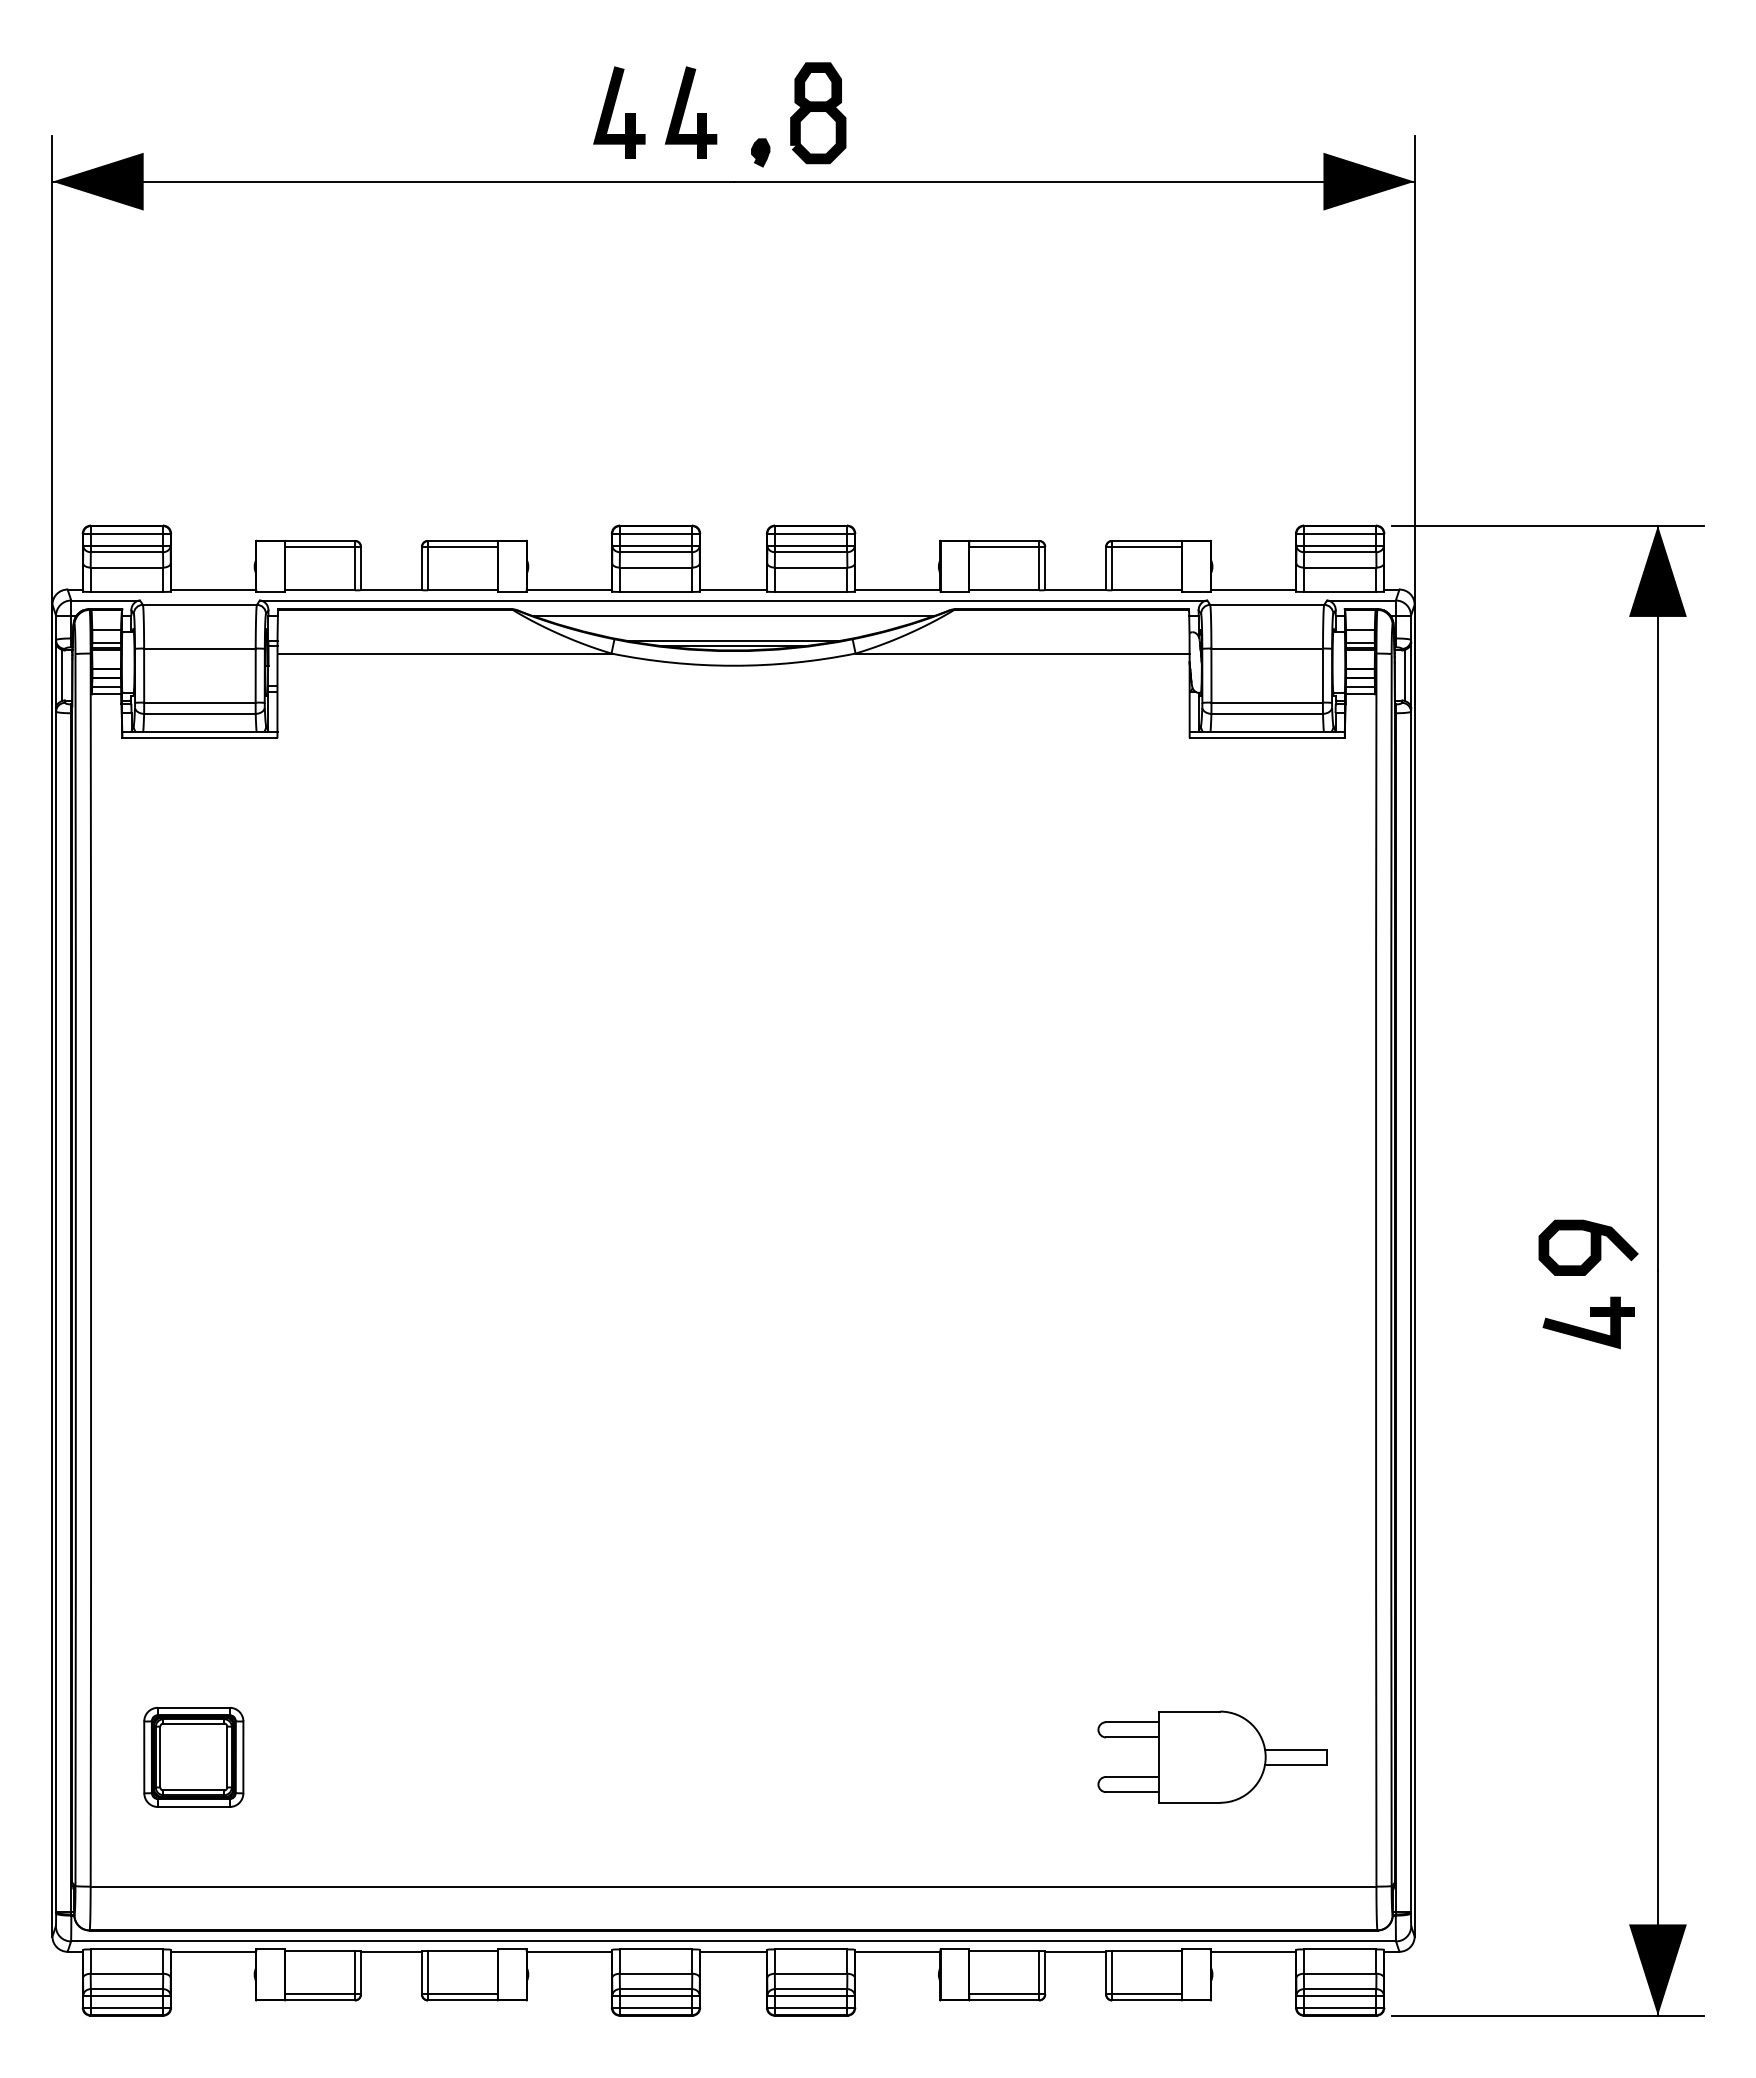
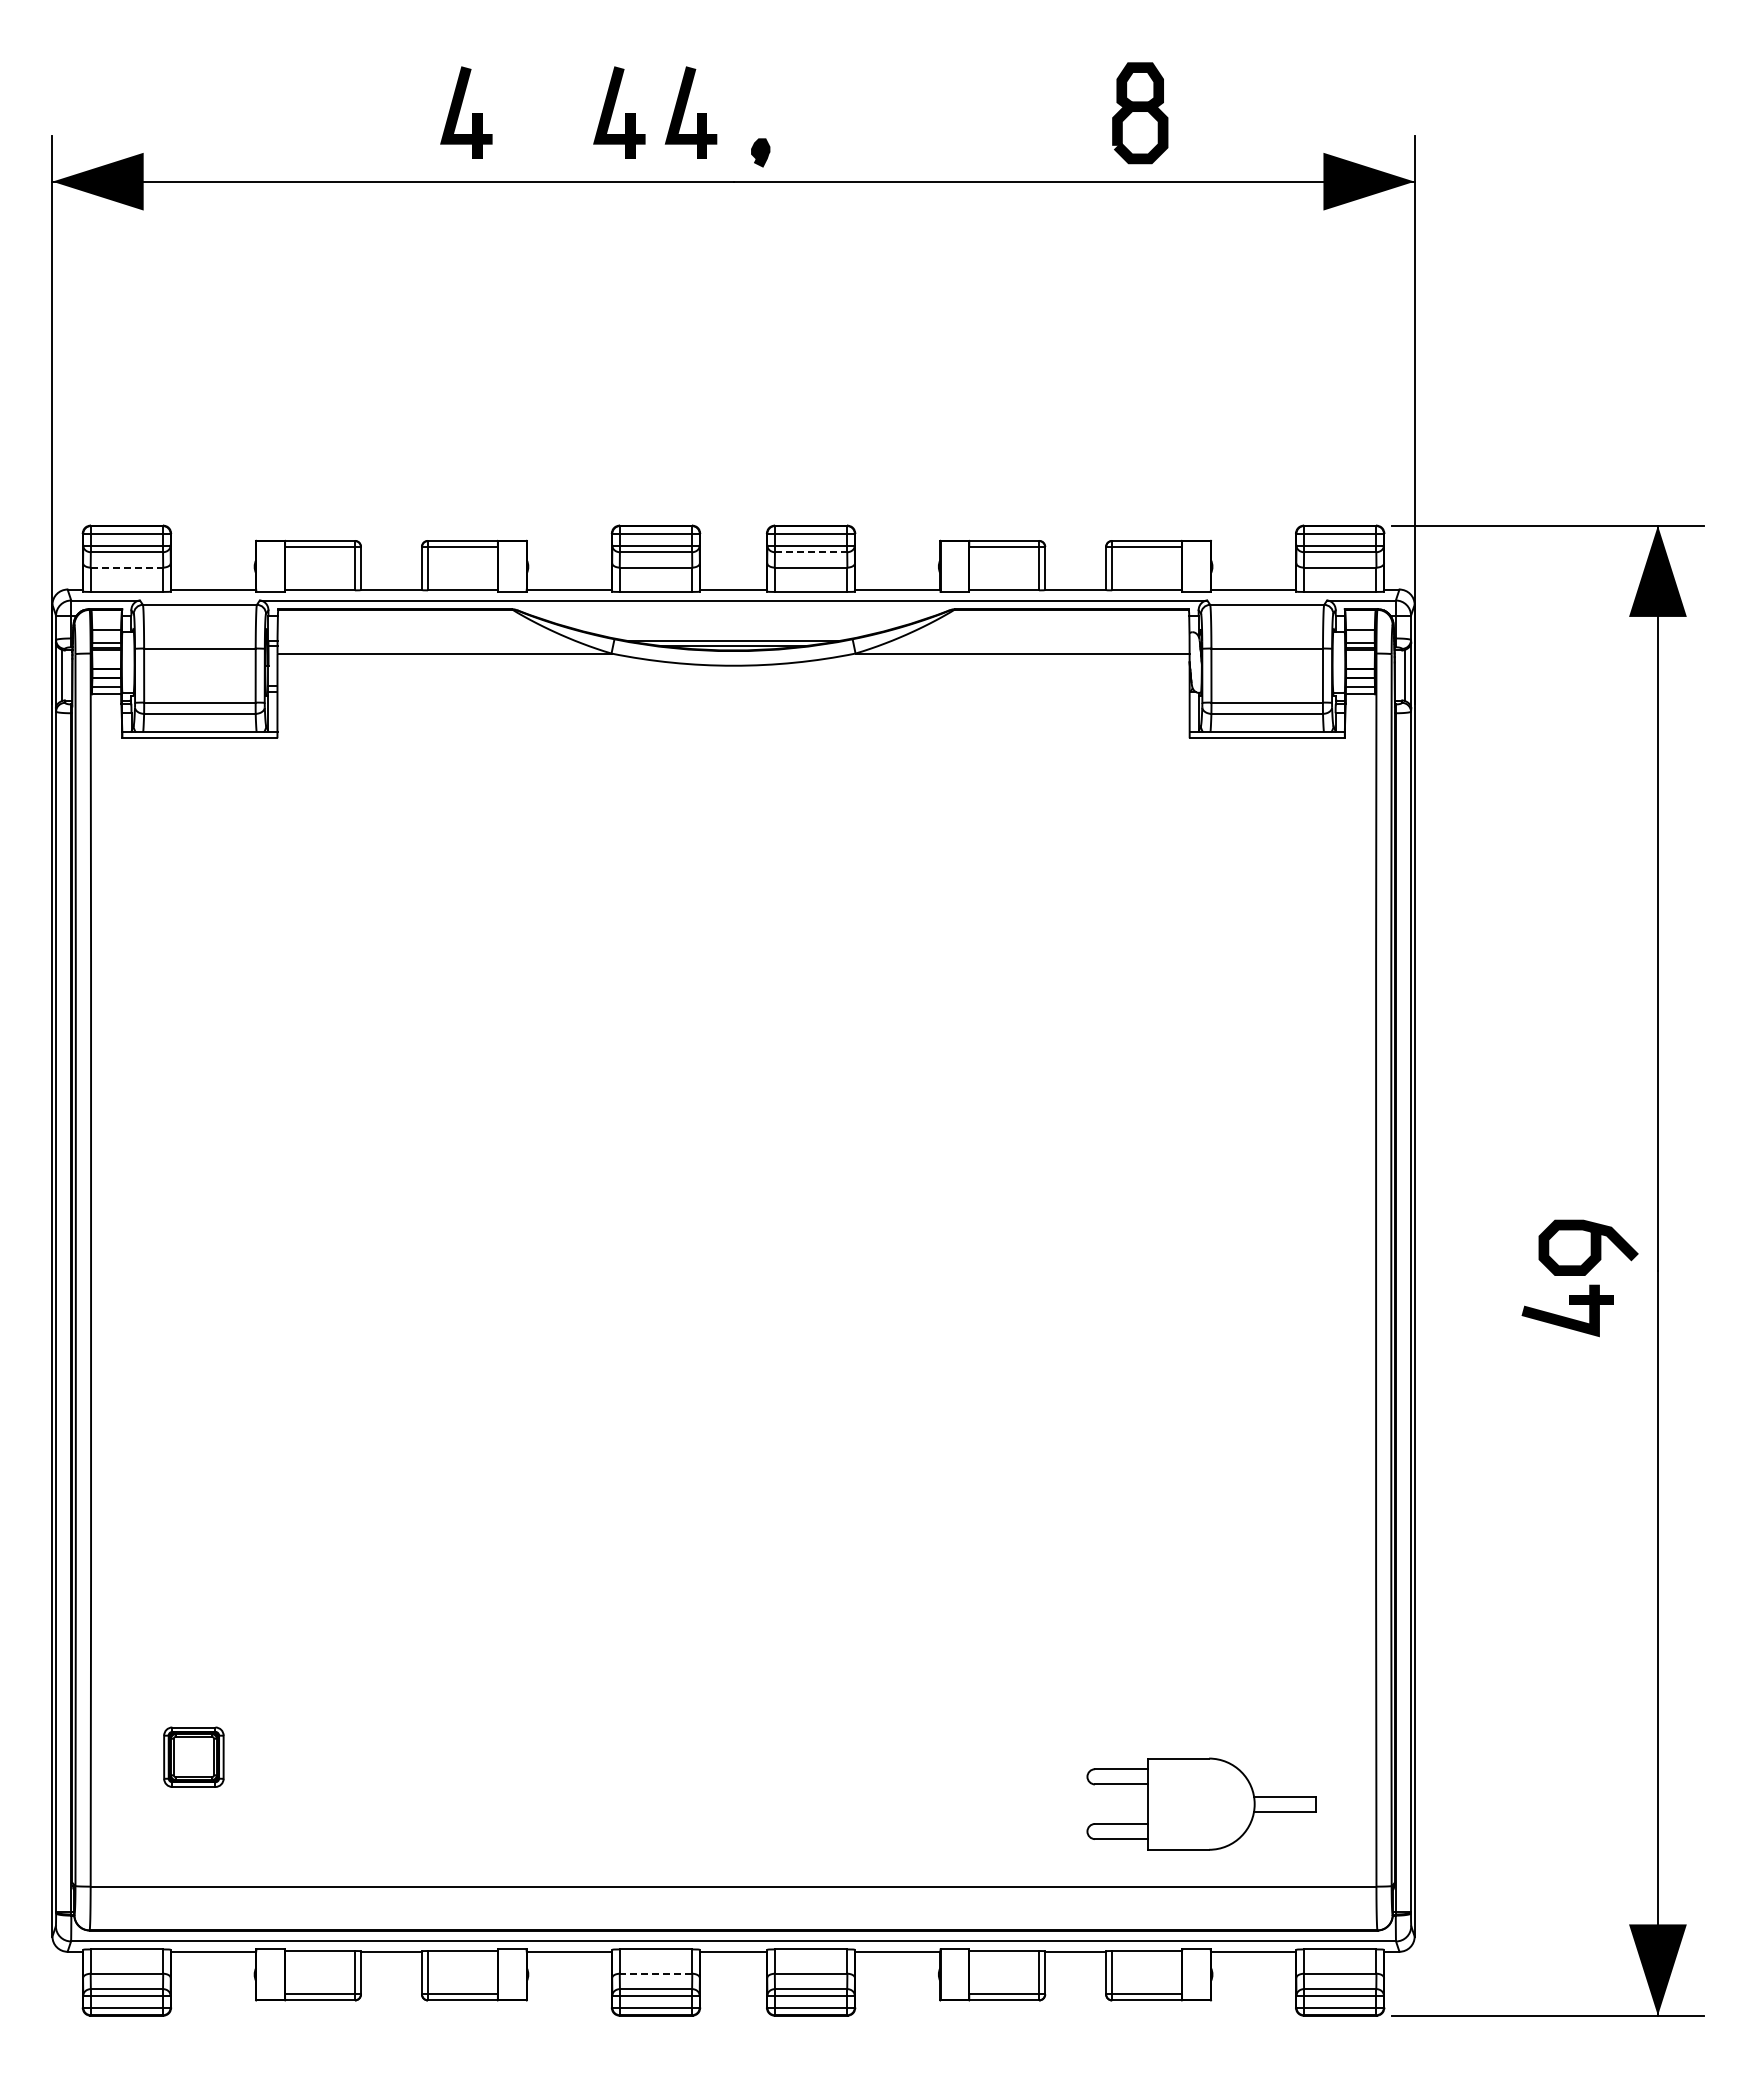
part at (472, 113): none -> present
part at (818, 113) position: (818, 113) -> (1140, 113)
line at (811, 552): solid -> dashed
line at (127, 567): solid -> dashed
line at (733, 615): present -> none
part at (1590, 1316) position: (1590, 1316) -> (1569, 1304)
part at (193, 1756) size: 102x102 px -> 62x62 px
part at (1212, 1756) position: (1212, 1756) -> (1201, 1803)
line at (655, 1973): solid -> dashed
